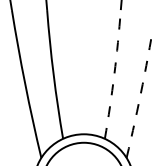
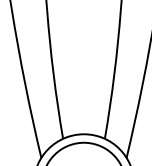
arc at (114, 74): dashed -> solid
arc at (140, 95): dashed -> solid
